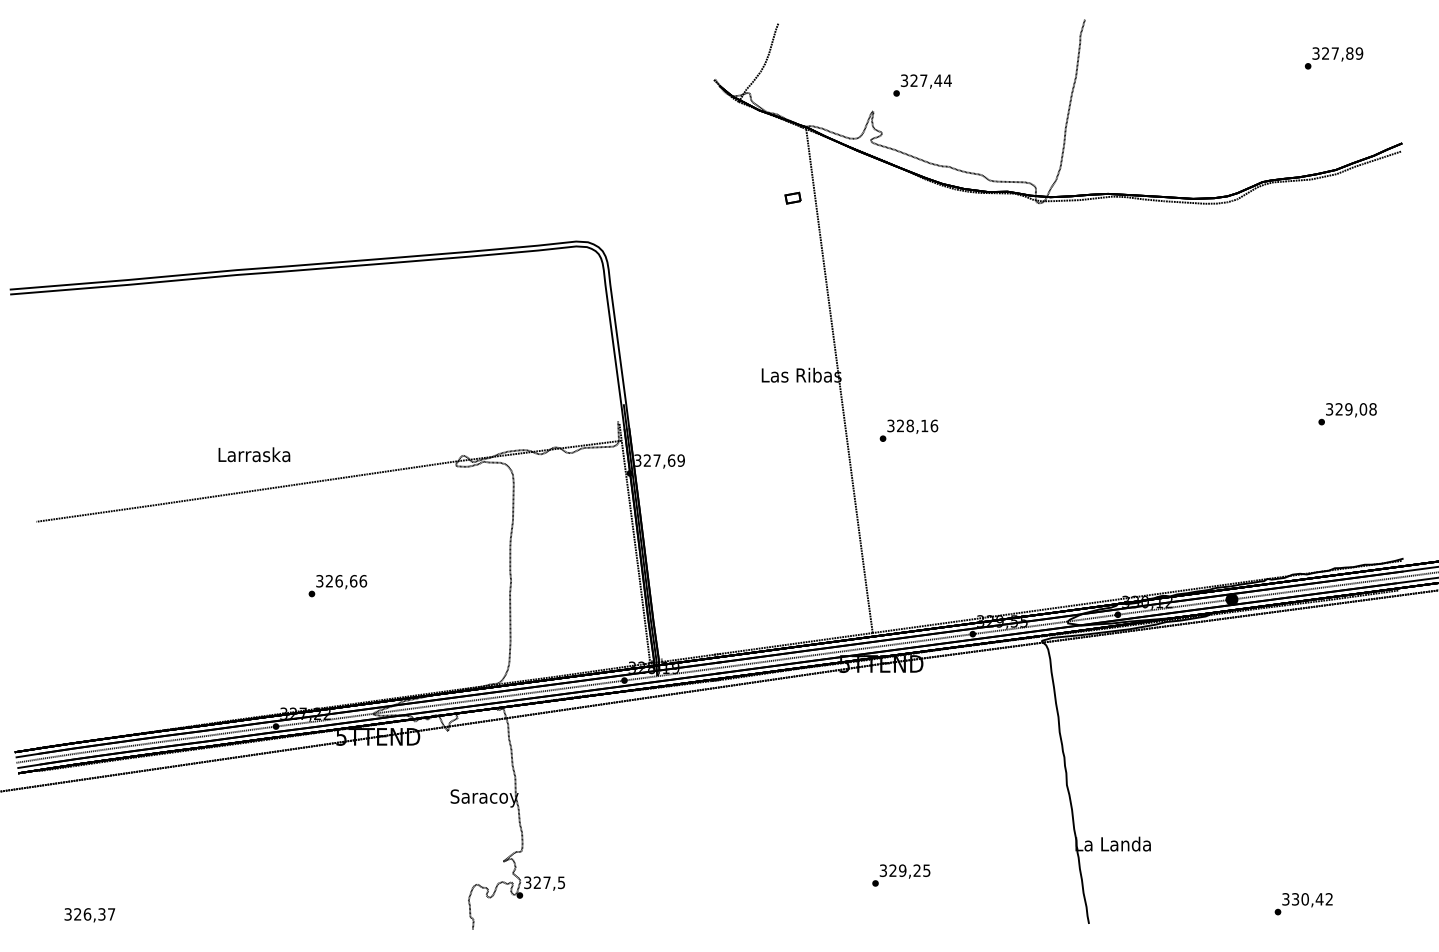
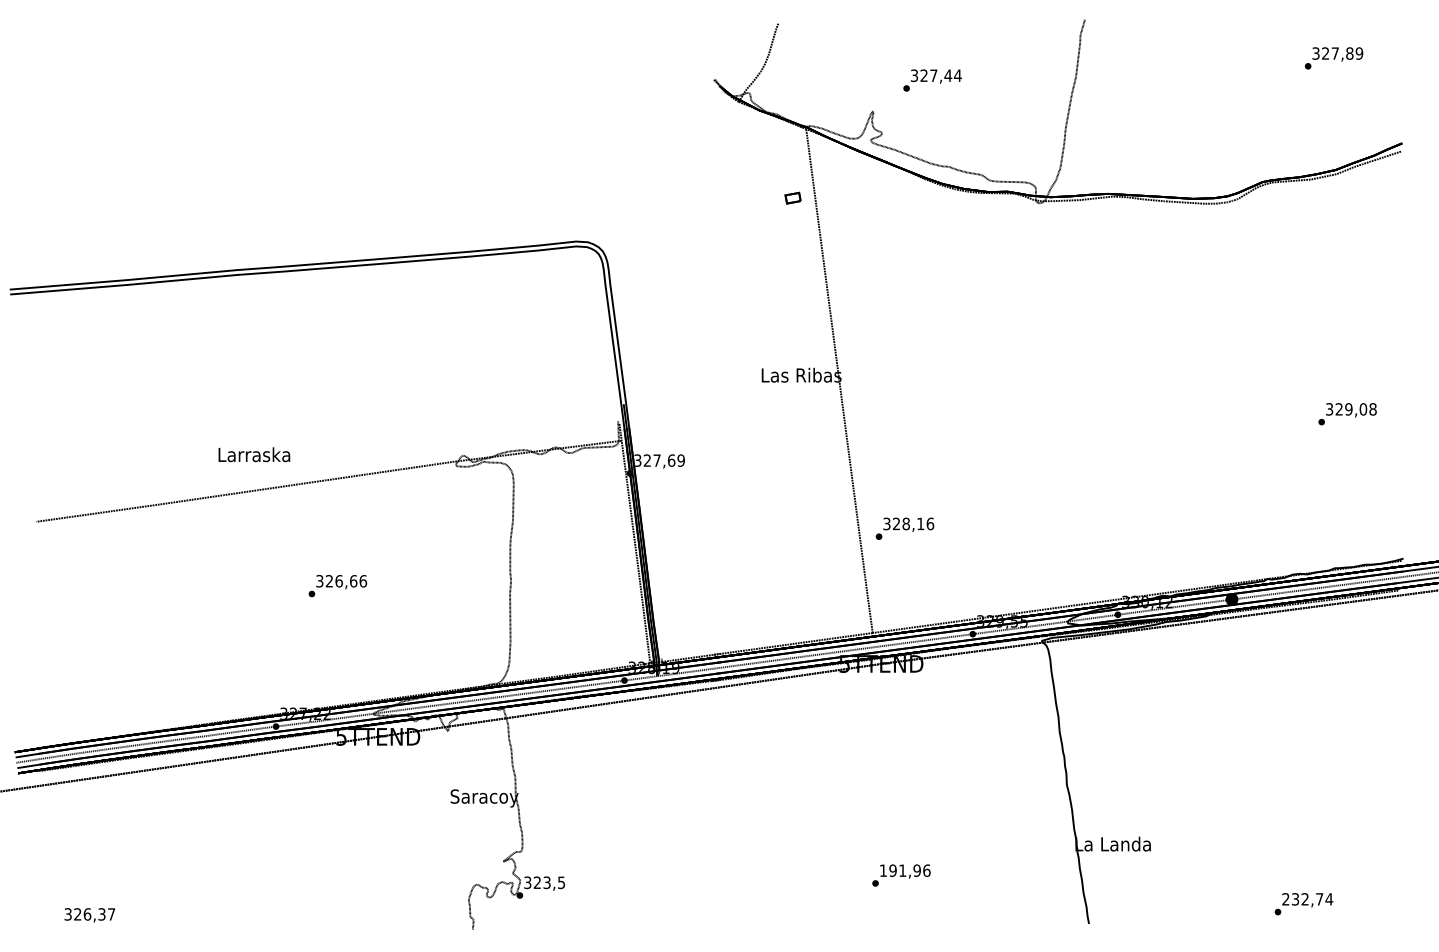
text at (922, 85) position: (922, 85) -> (932, 80)
text at (908, 430) position: (908, 430) -> (904, 528)
text at (904, 870): 329,25 -> 191,96
text at (546, 882): 327,5 -> 323,5
text at (1307, 899): 330,42 -> 232,74
